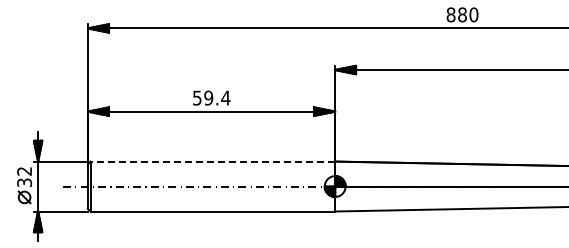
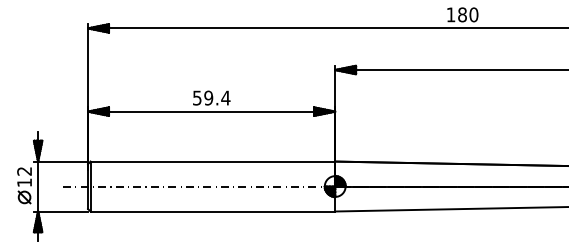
text at (450, 14): 880 -> 180
line at (212, 161): dashed -> solid
text at (24, 182): 32 -> 12
